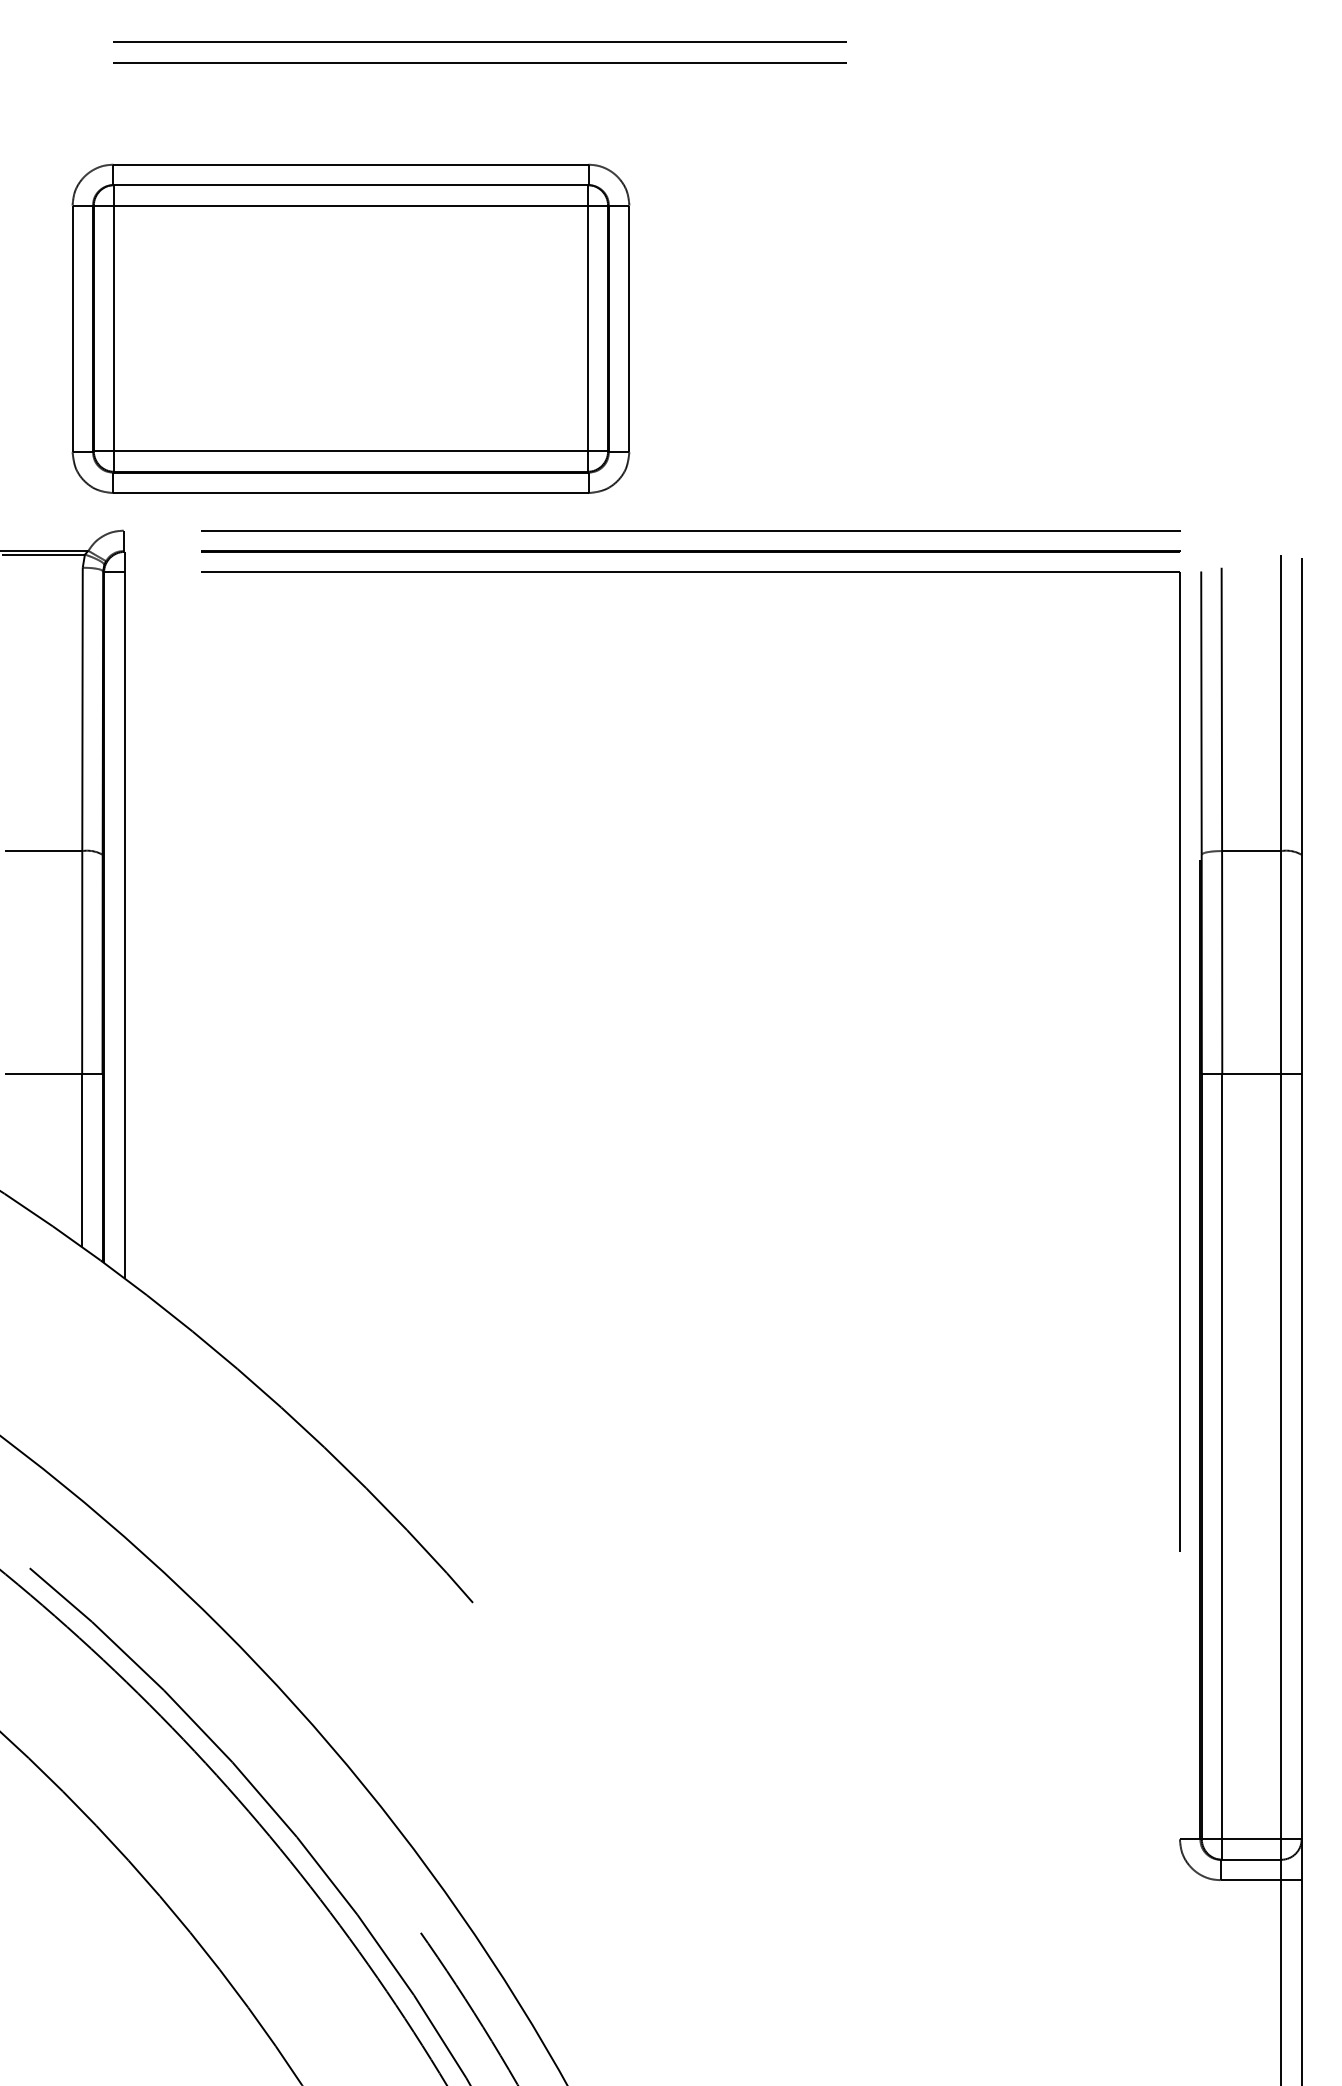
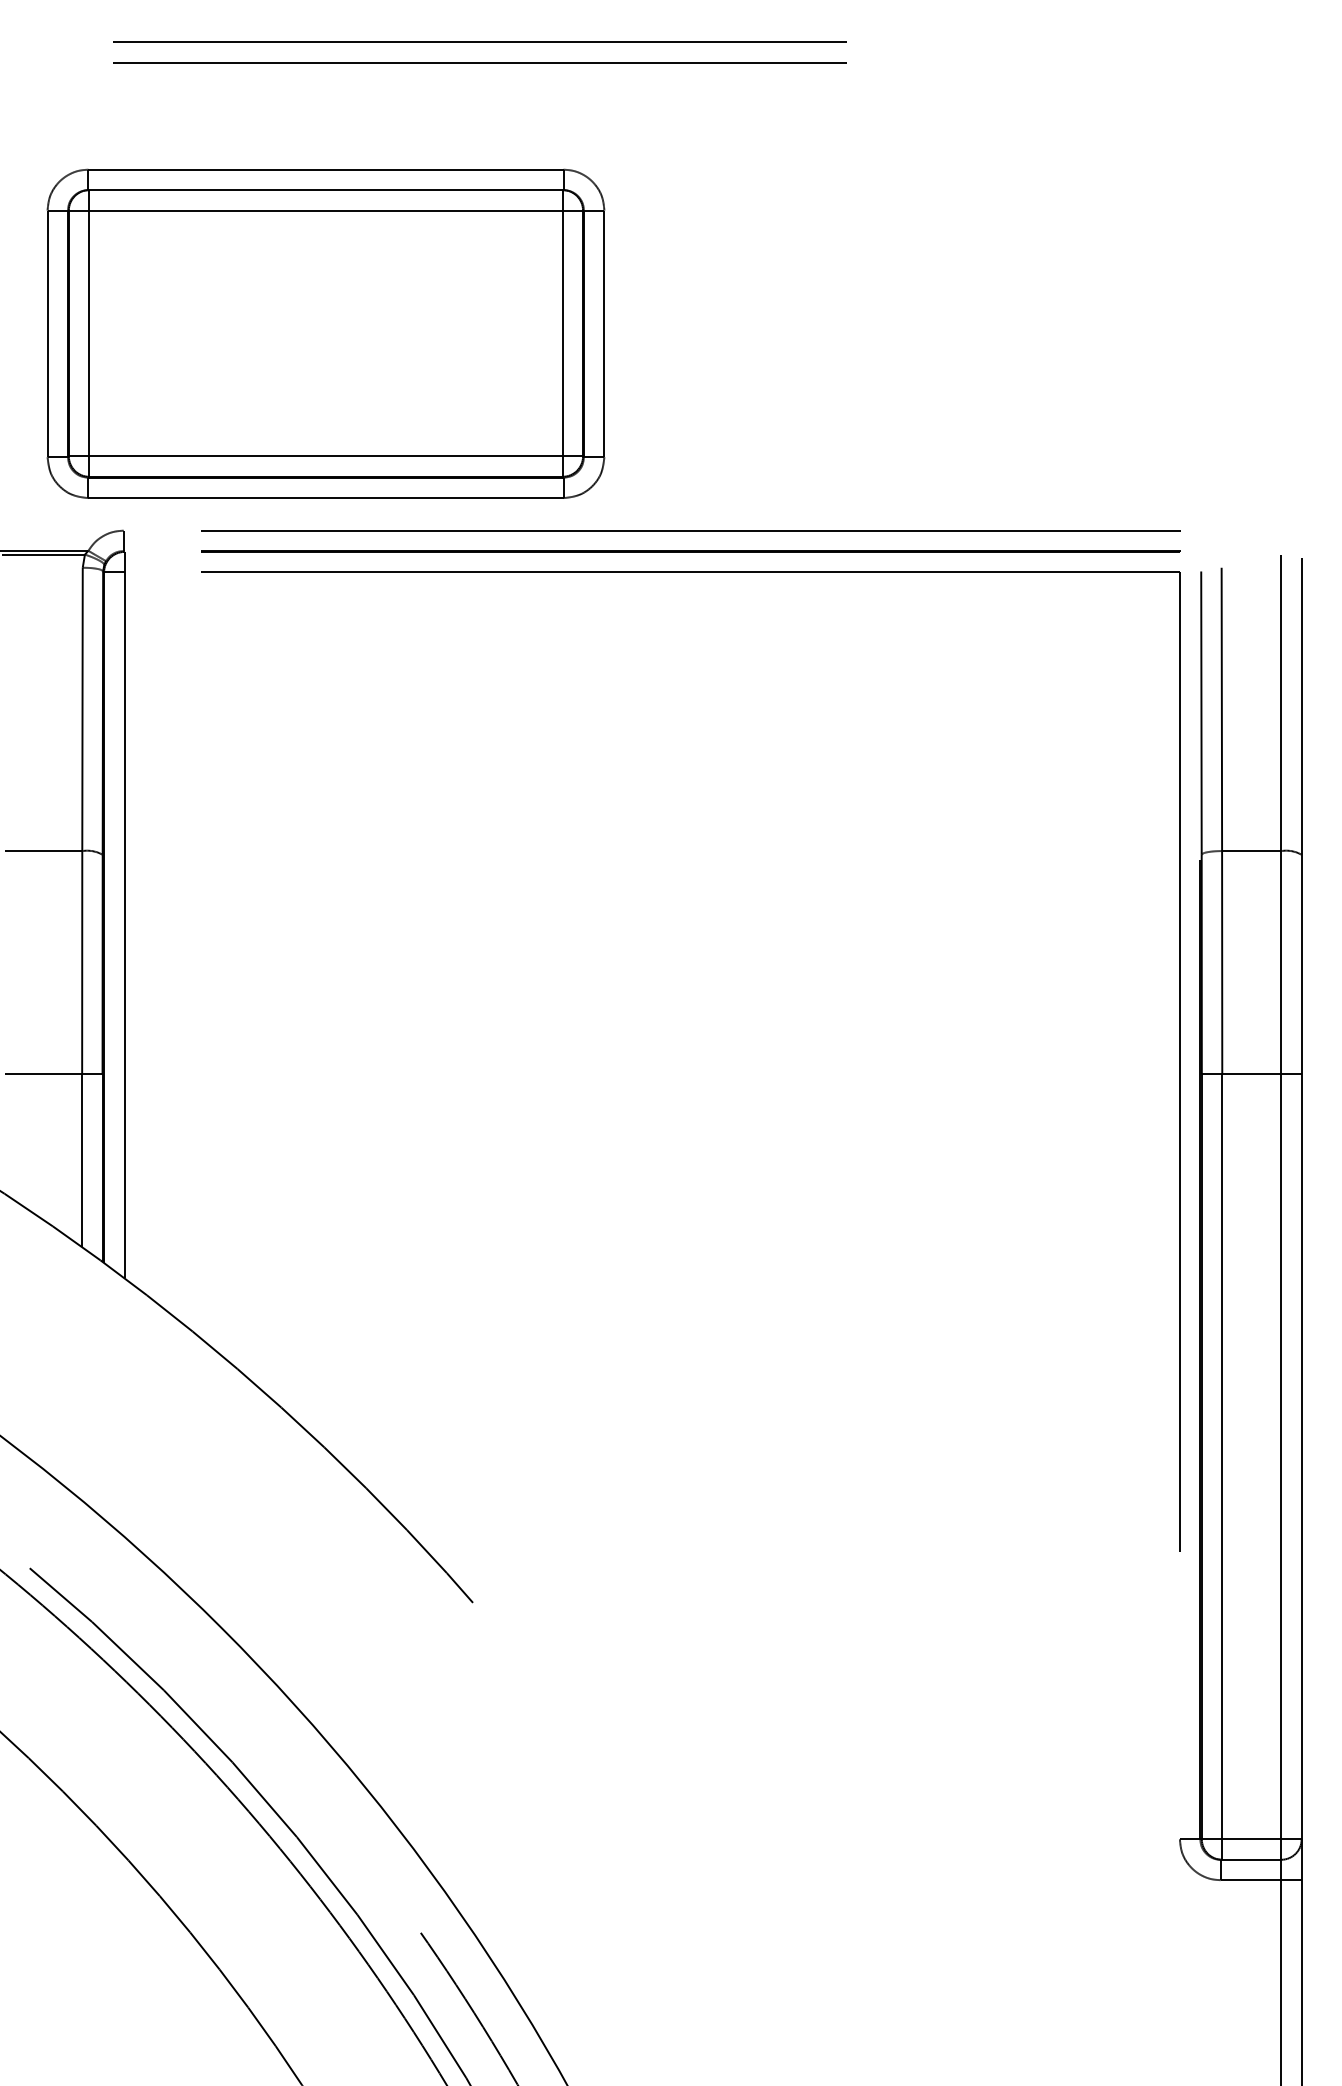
part at (350, 328) position: (350, 328) -> (325, 333)
